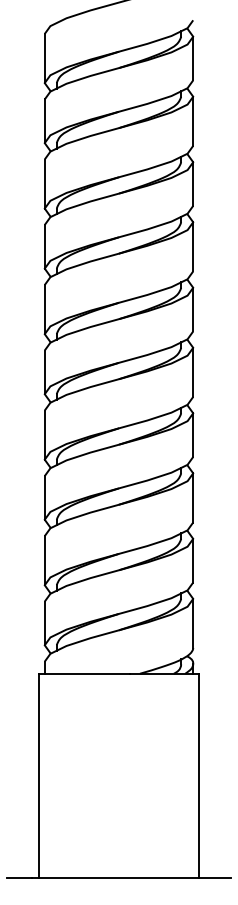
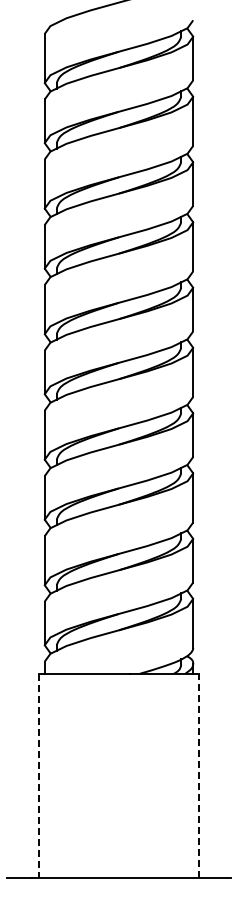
line at (198, 775): solid -> dashed
line at (39, 776): solid -> dashed
